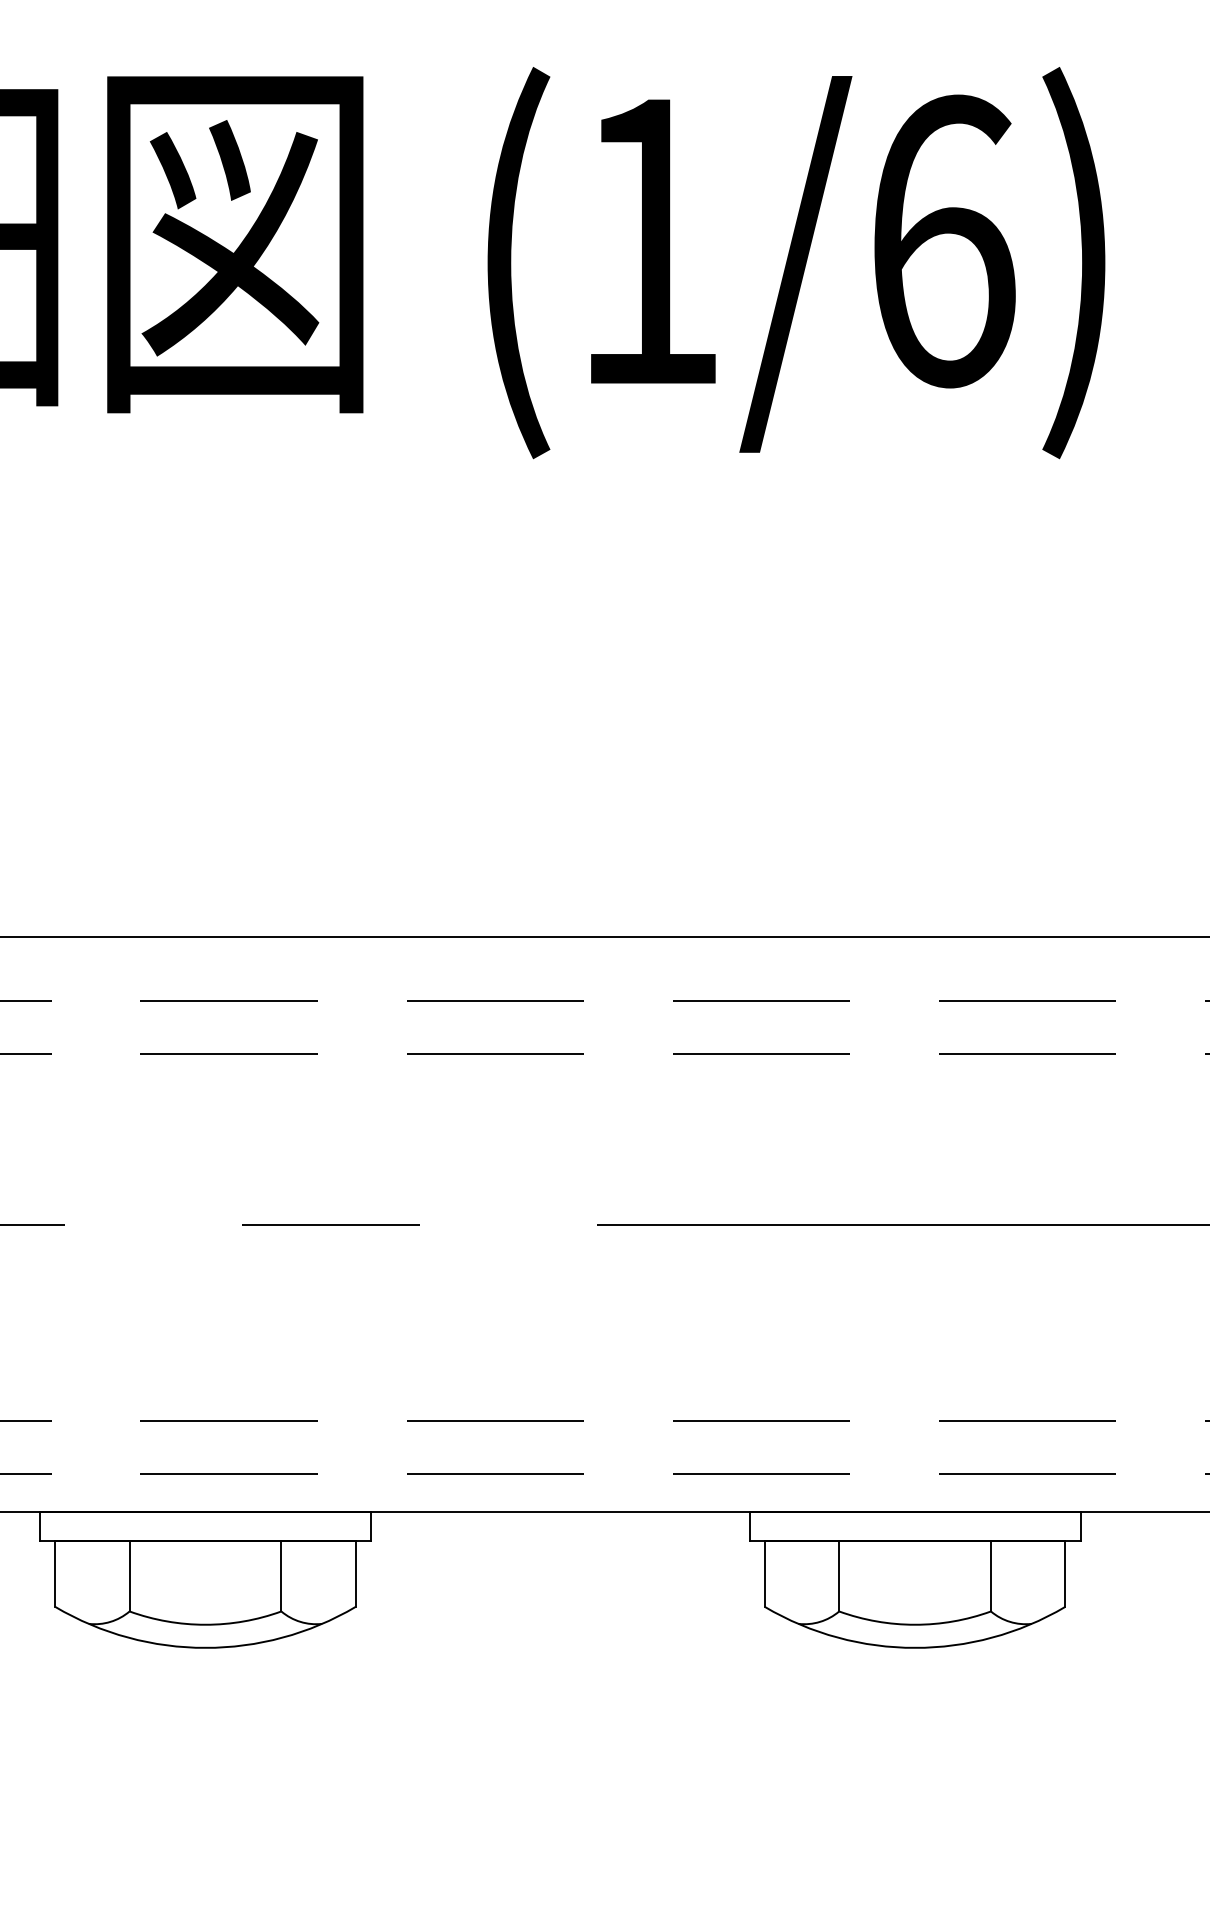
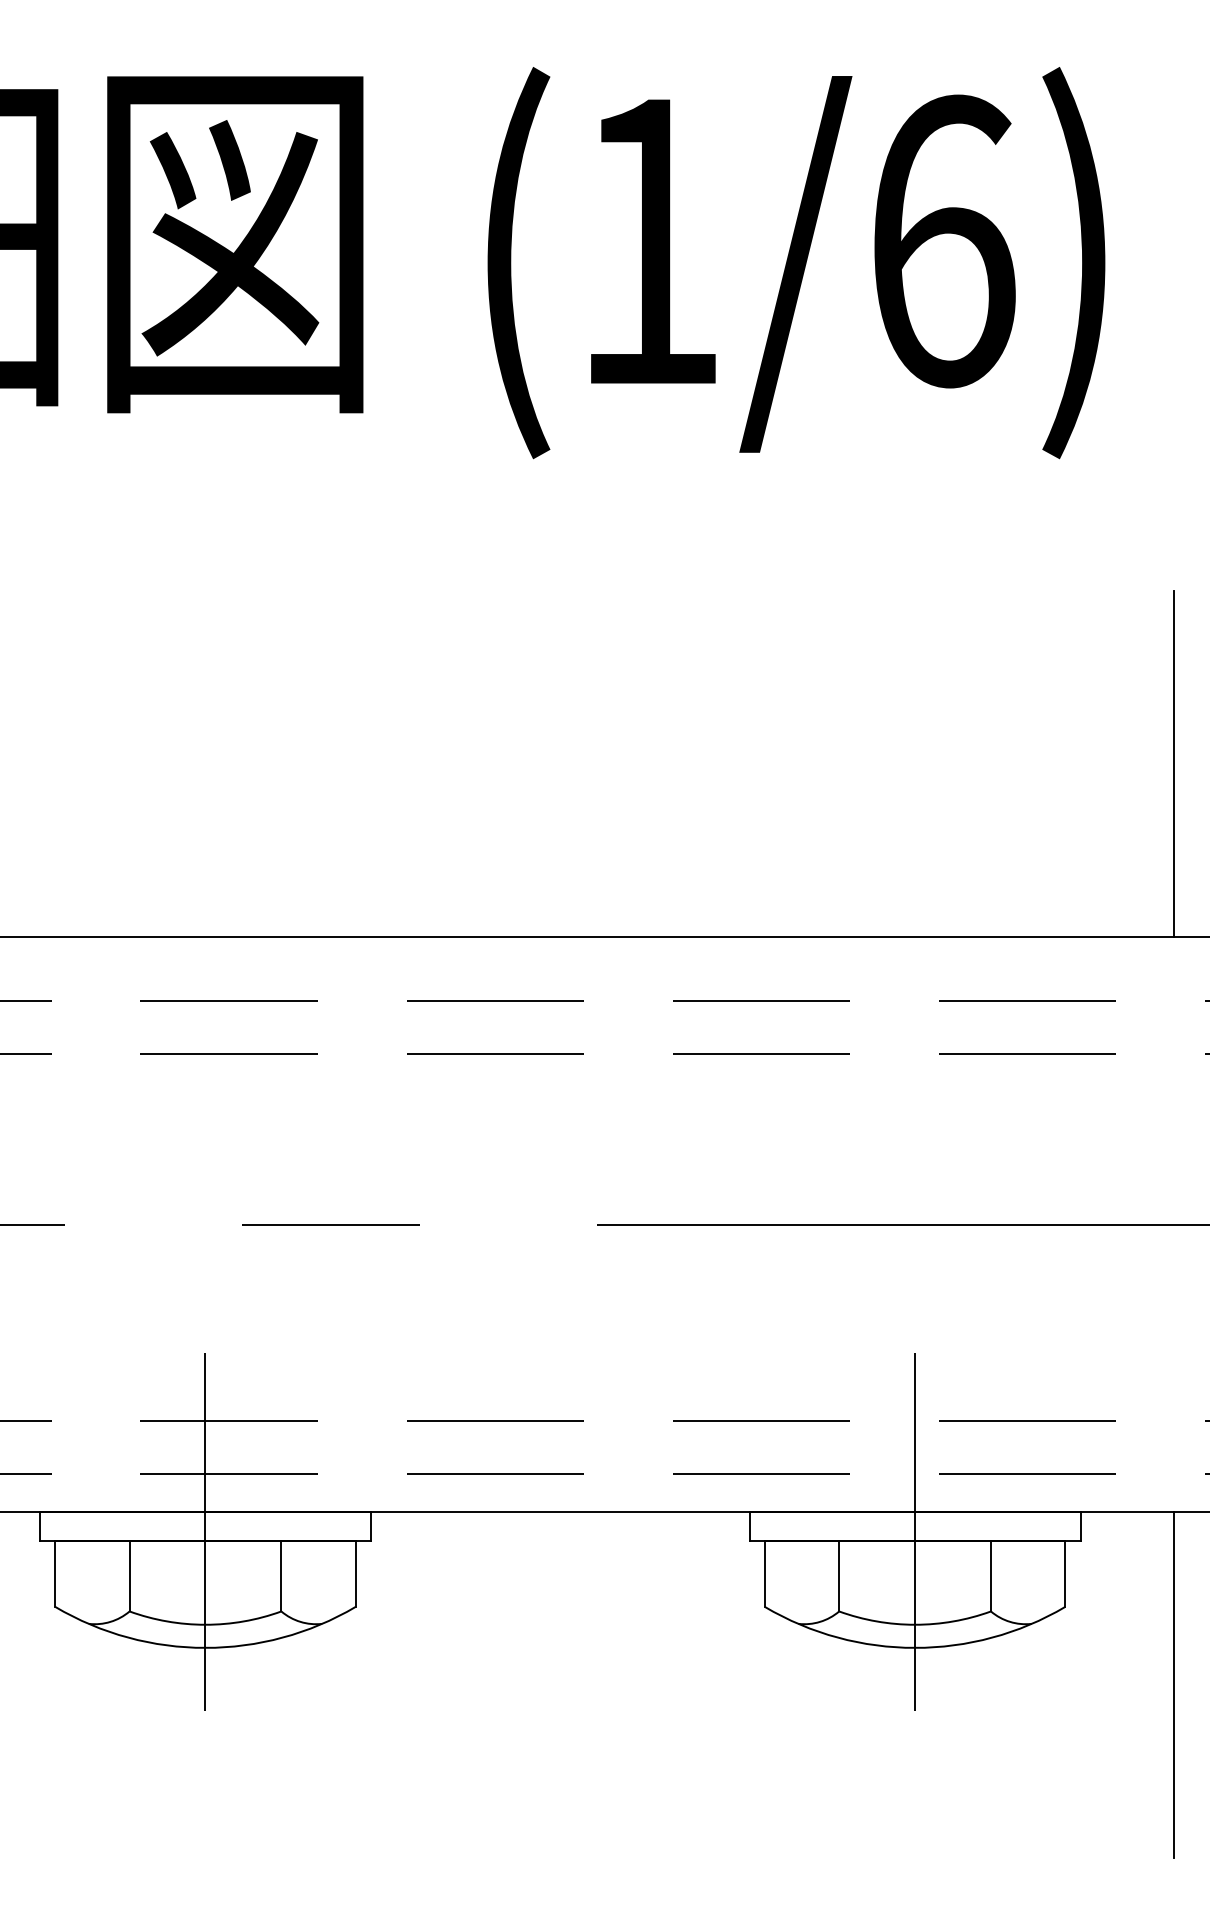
line at (1173, 764): none -> present
line at (205, 1532): none -> present
line at (915, 1532): none -> present
line at (1173, 1684): none -> present
